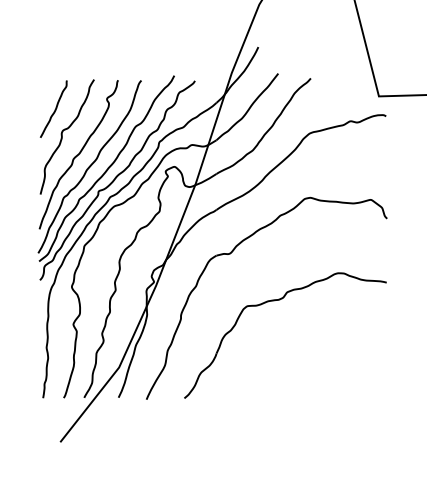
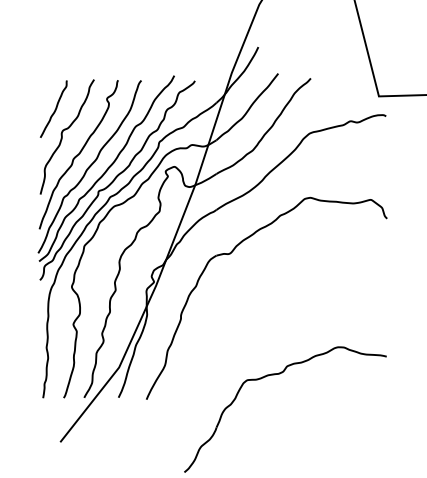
part at (280, 300) position: (280, 300) -> (280, 374)
